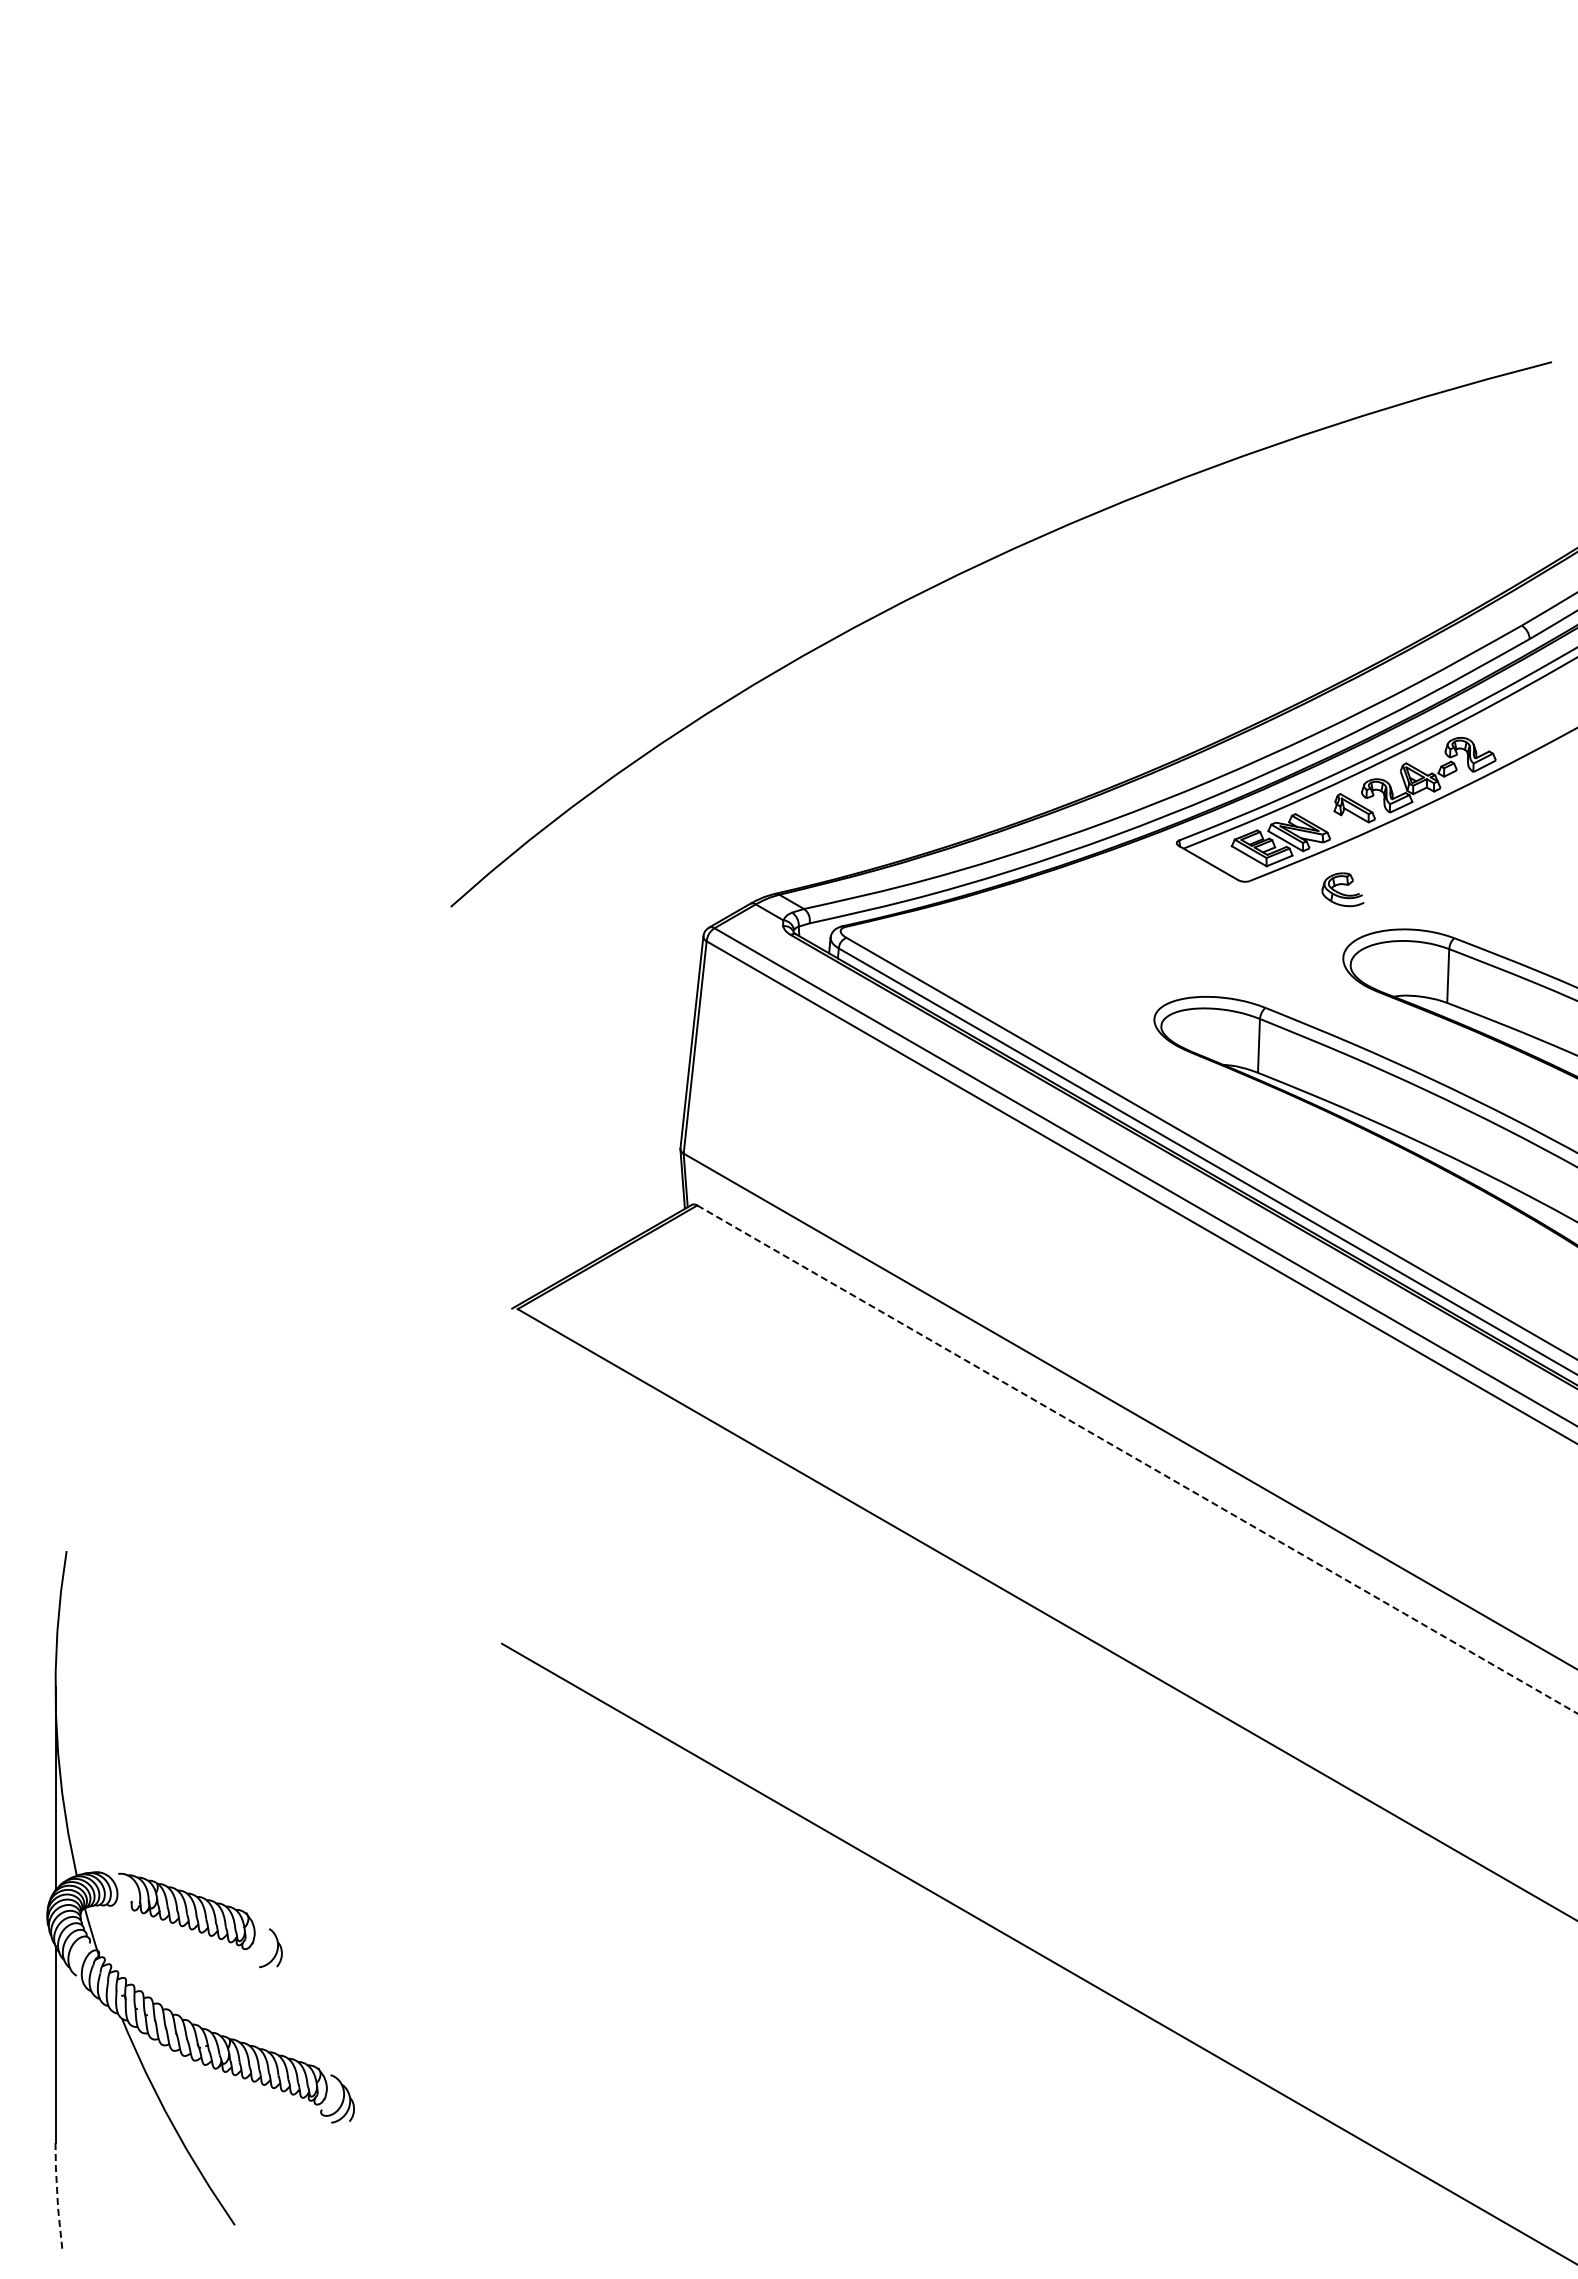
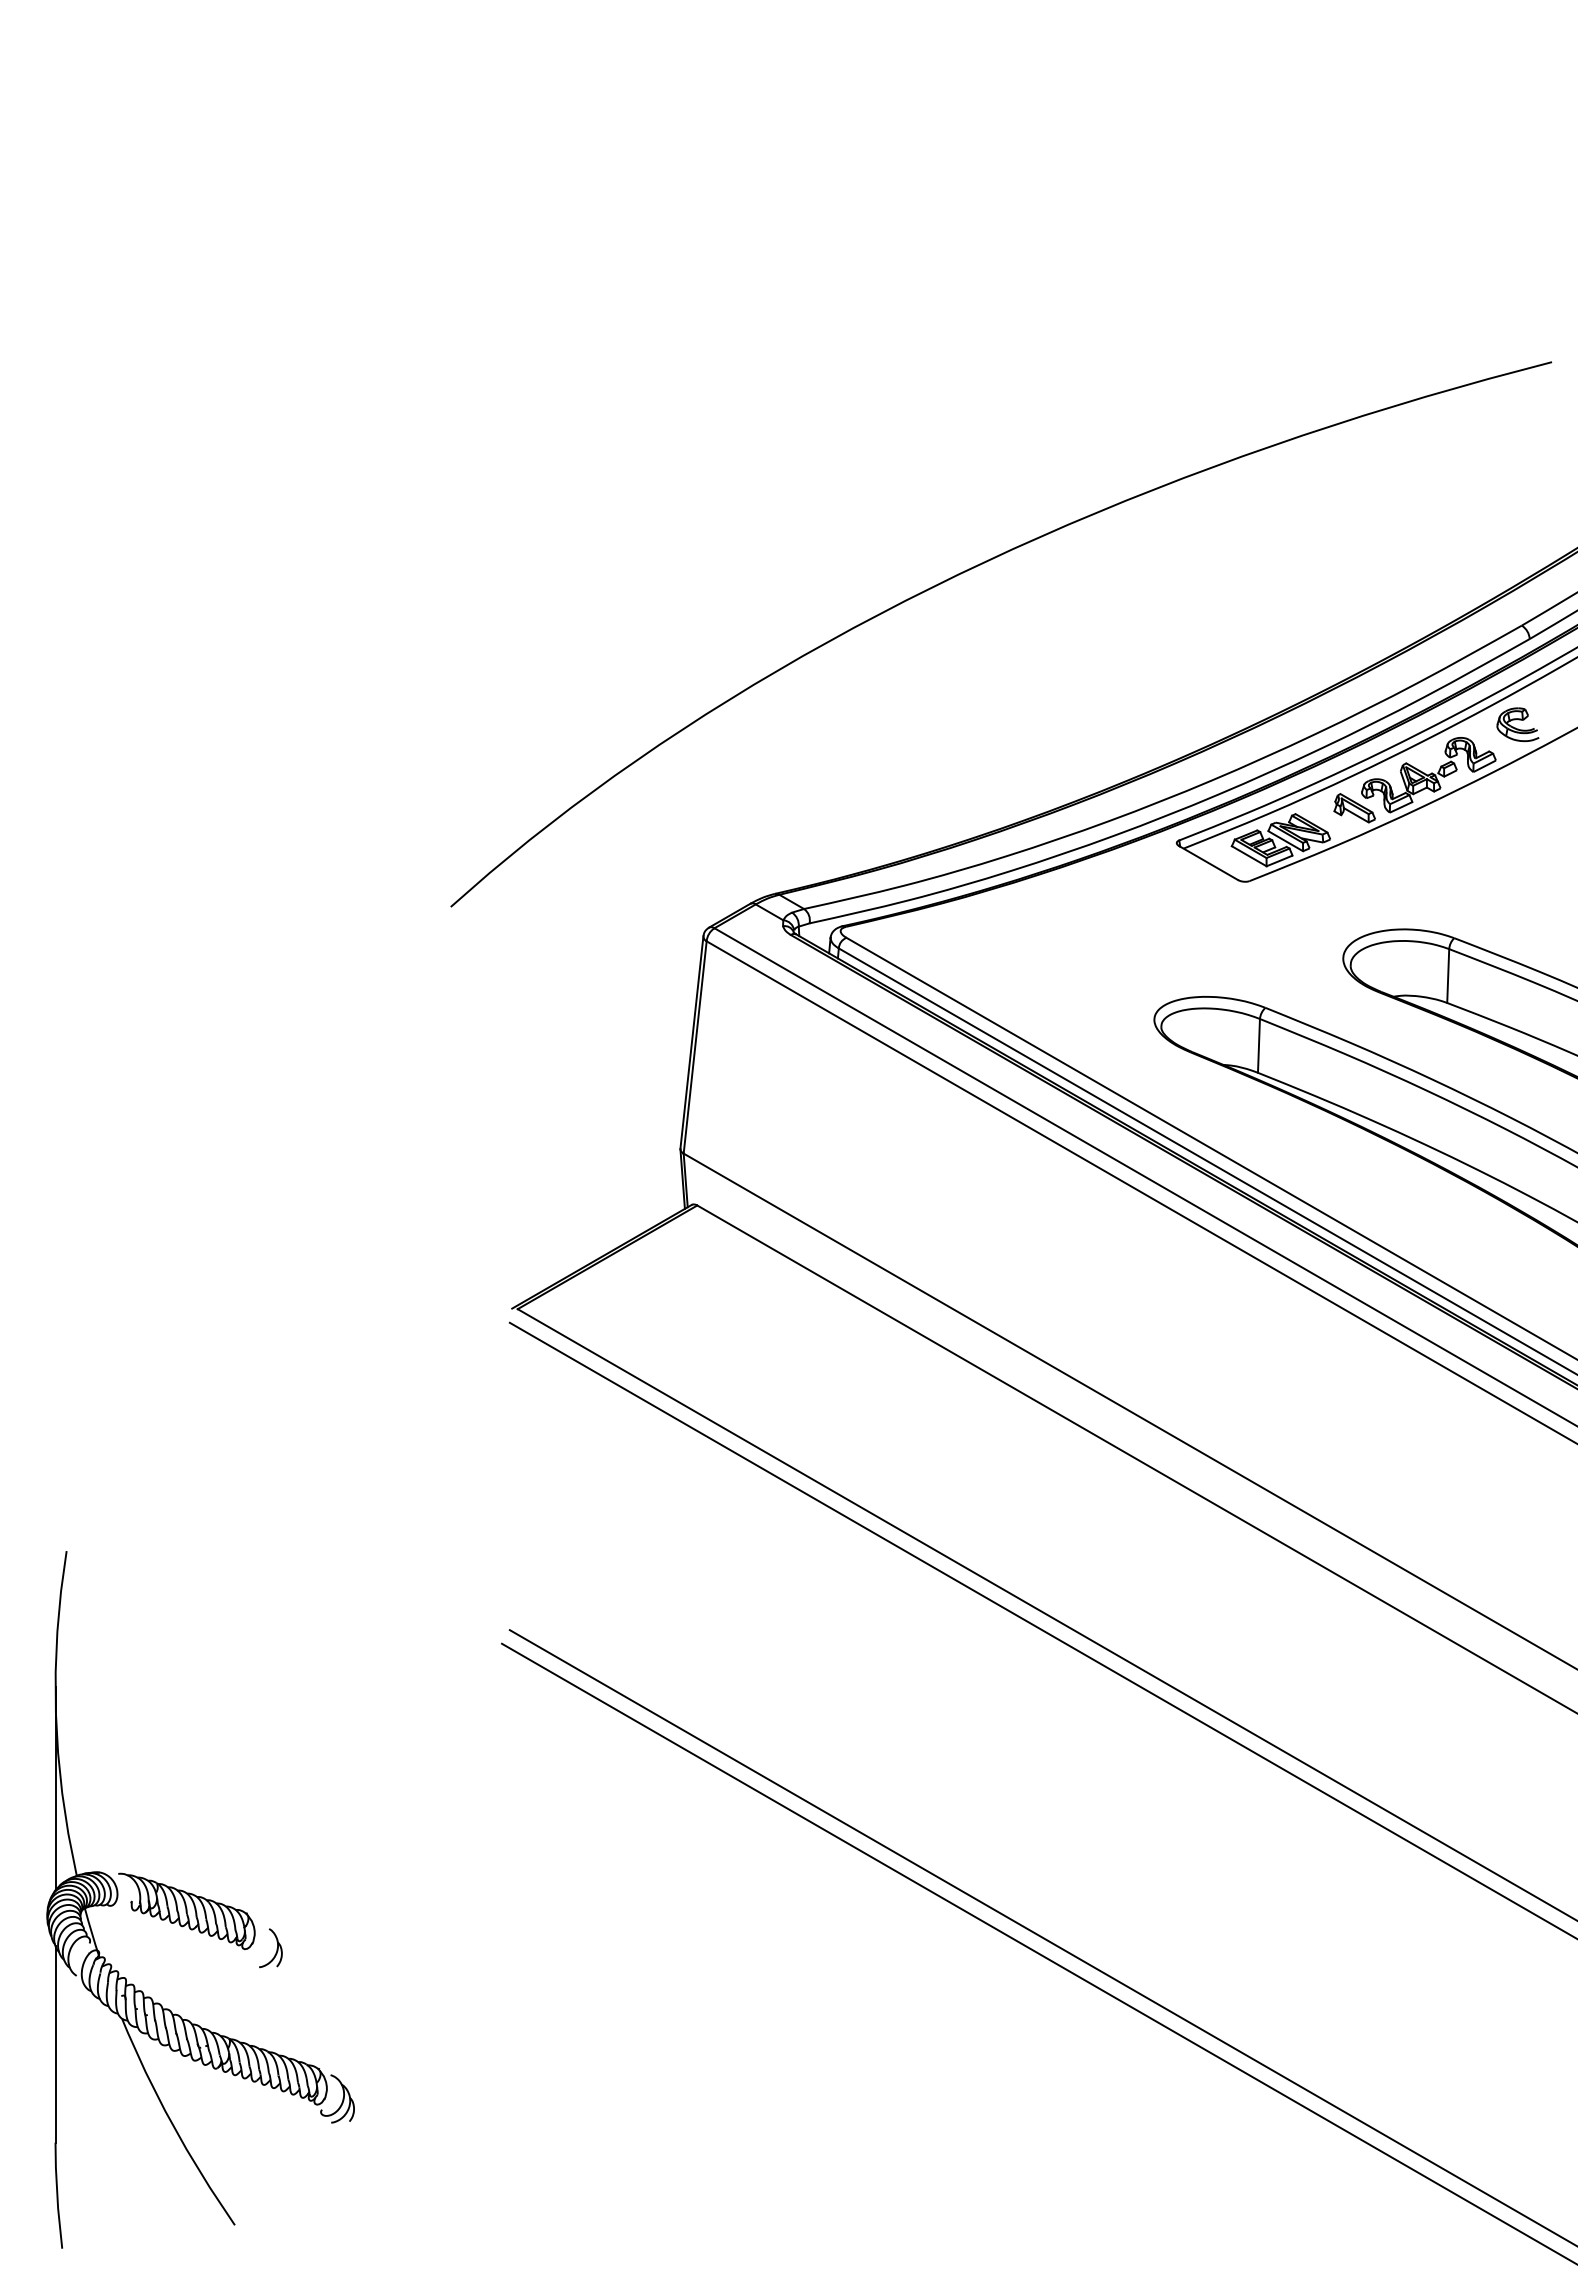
part at (1342, 889) position: (1342, 889) -> (1517, 724)
line at (1137, 1459): dashed -> solid
line at (1041, 1629): none -> present
line at (1041, 1937): none -> present
line at (57, 2195): dashed -> solid
